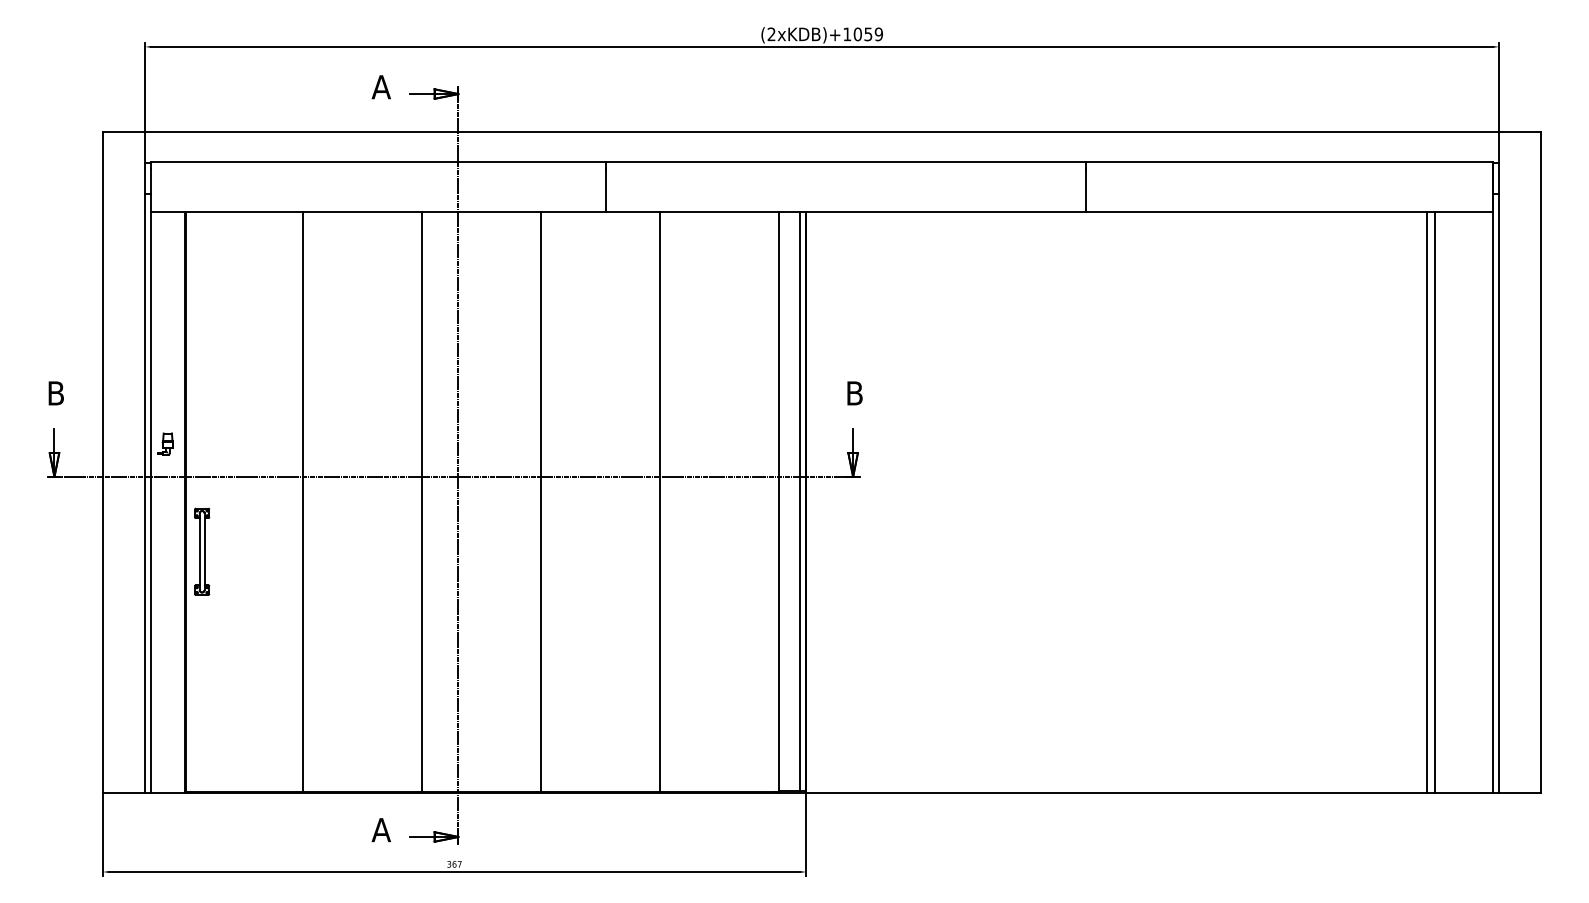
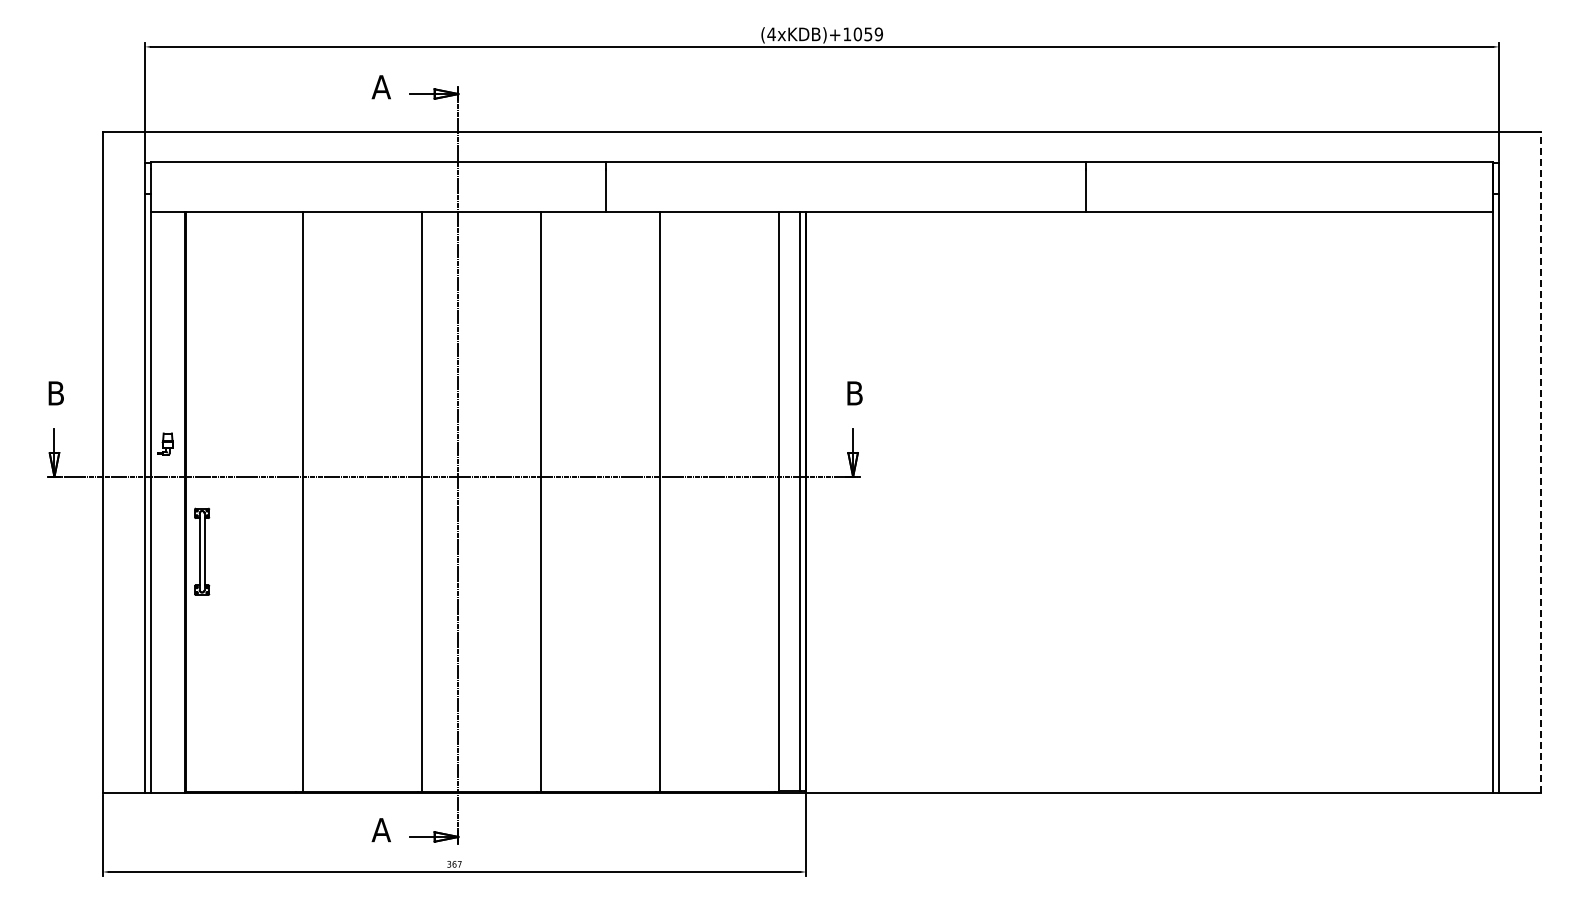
text at (771, 34): (2xKDB)+1059 -> (4xKDB)+1059
line at (1541, 462): solid -> dashed
line at (1427, 502): present -> none
line at (1435, 502): present -> none
